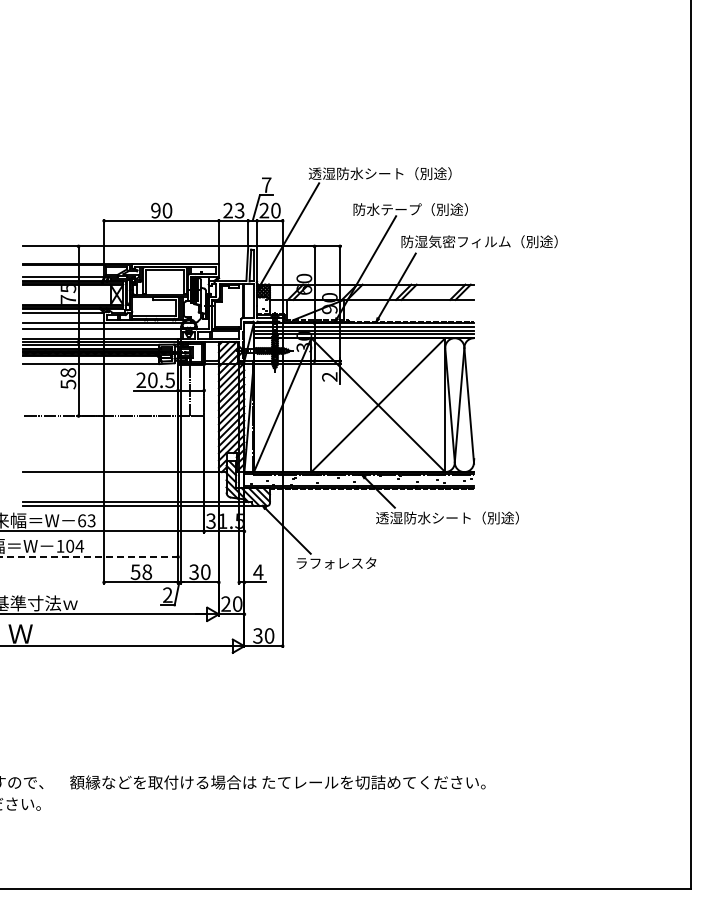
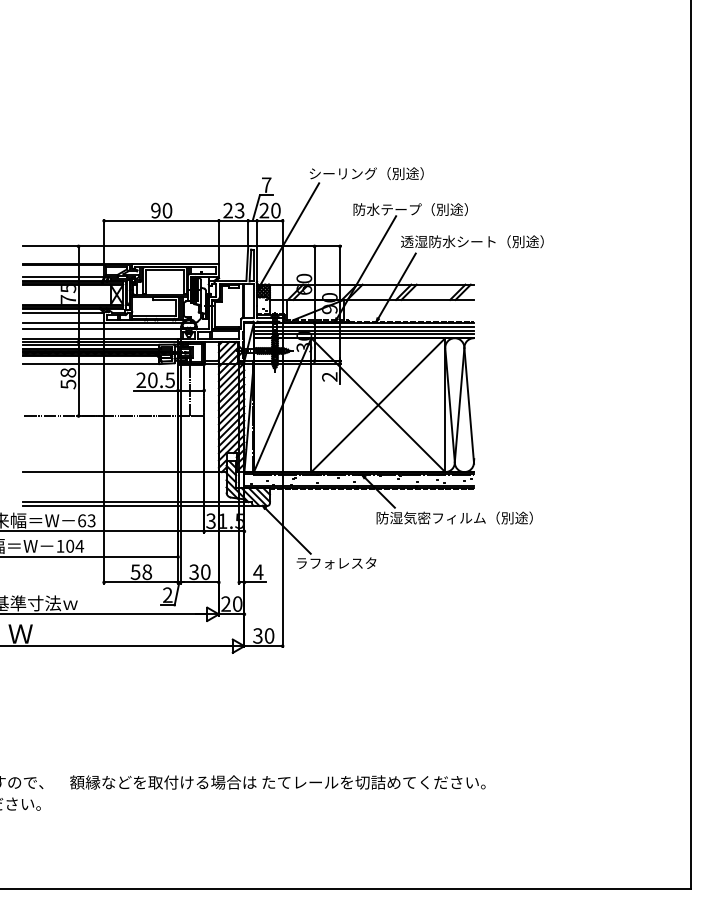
text at (379, 173): 透湿防水シート（別途） -> シーリング（別途）
text at (479, 241): 防湿気密フィルム（別途） -> 透湿防水シート（別途）
text at (454, 517): 透湿防水シート（別途） -> 防湿気密フィルム（別途）
line at (89, 556): dashed -> solid
